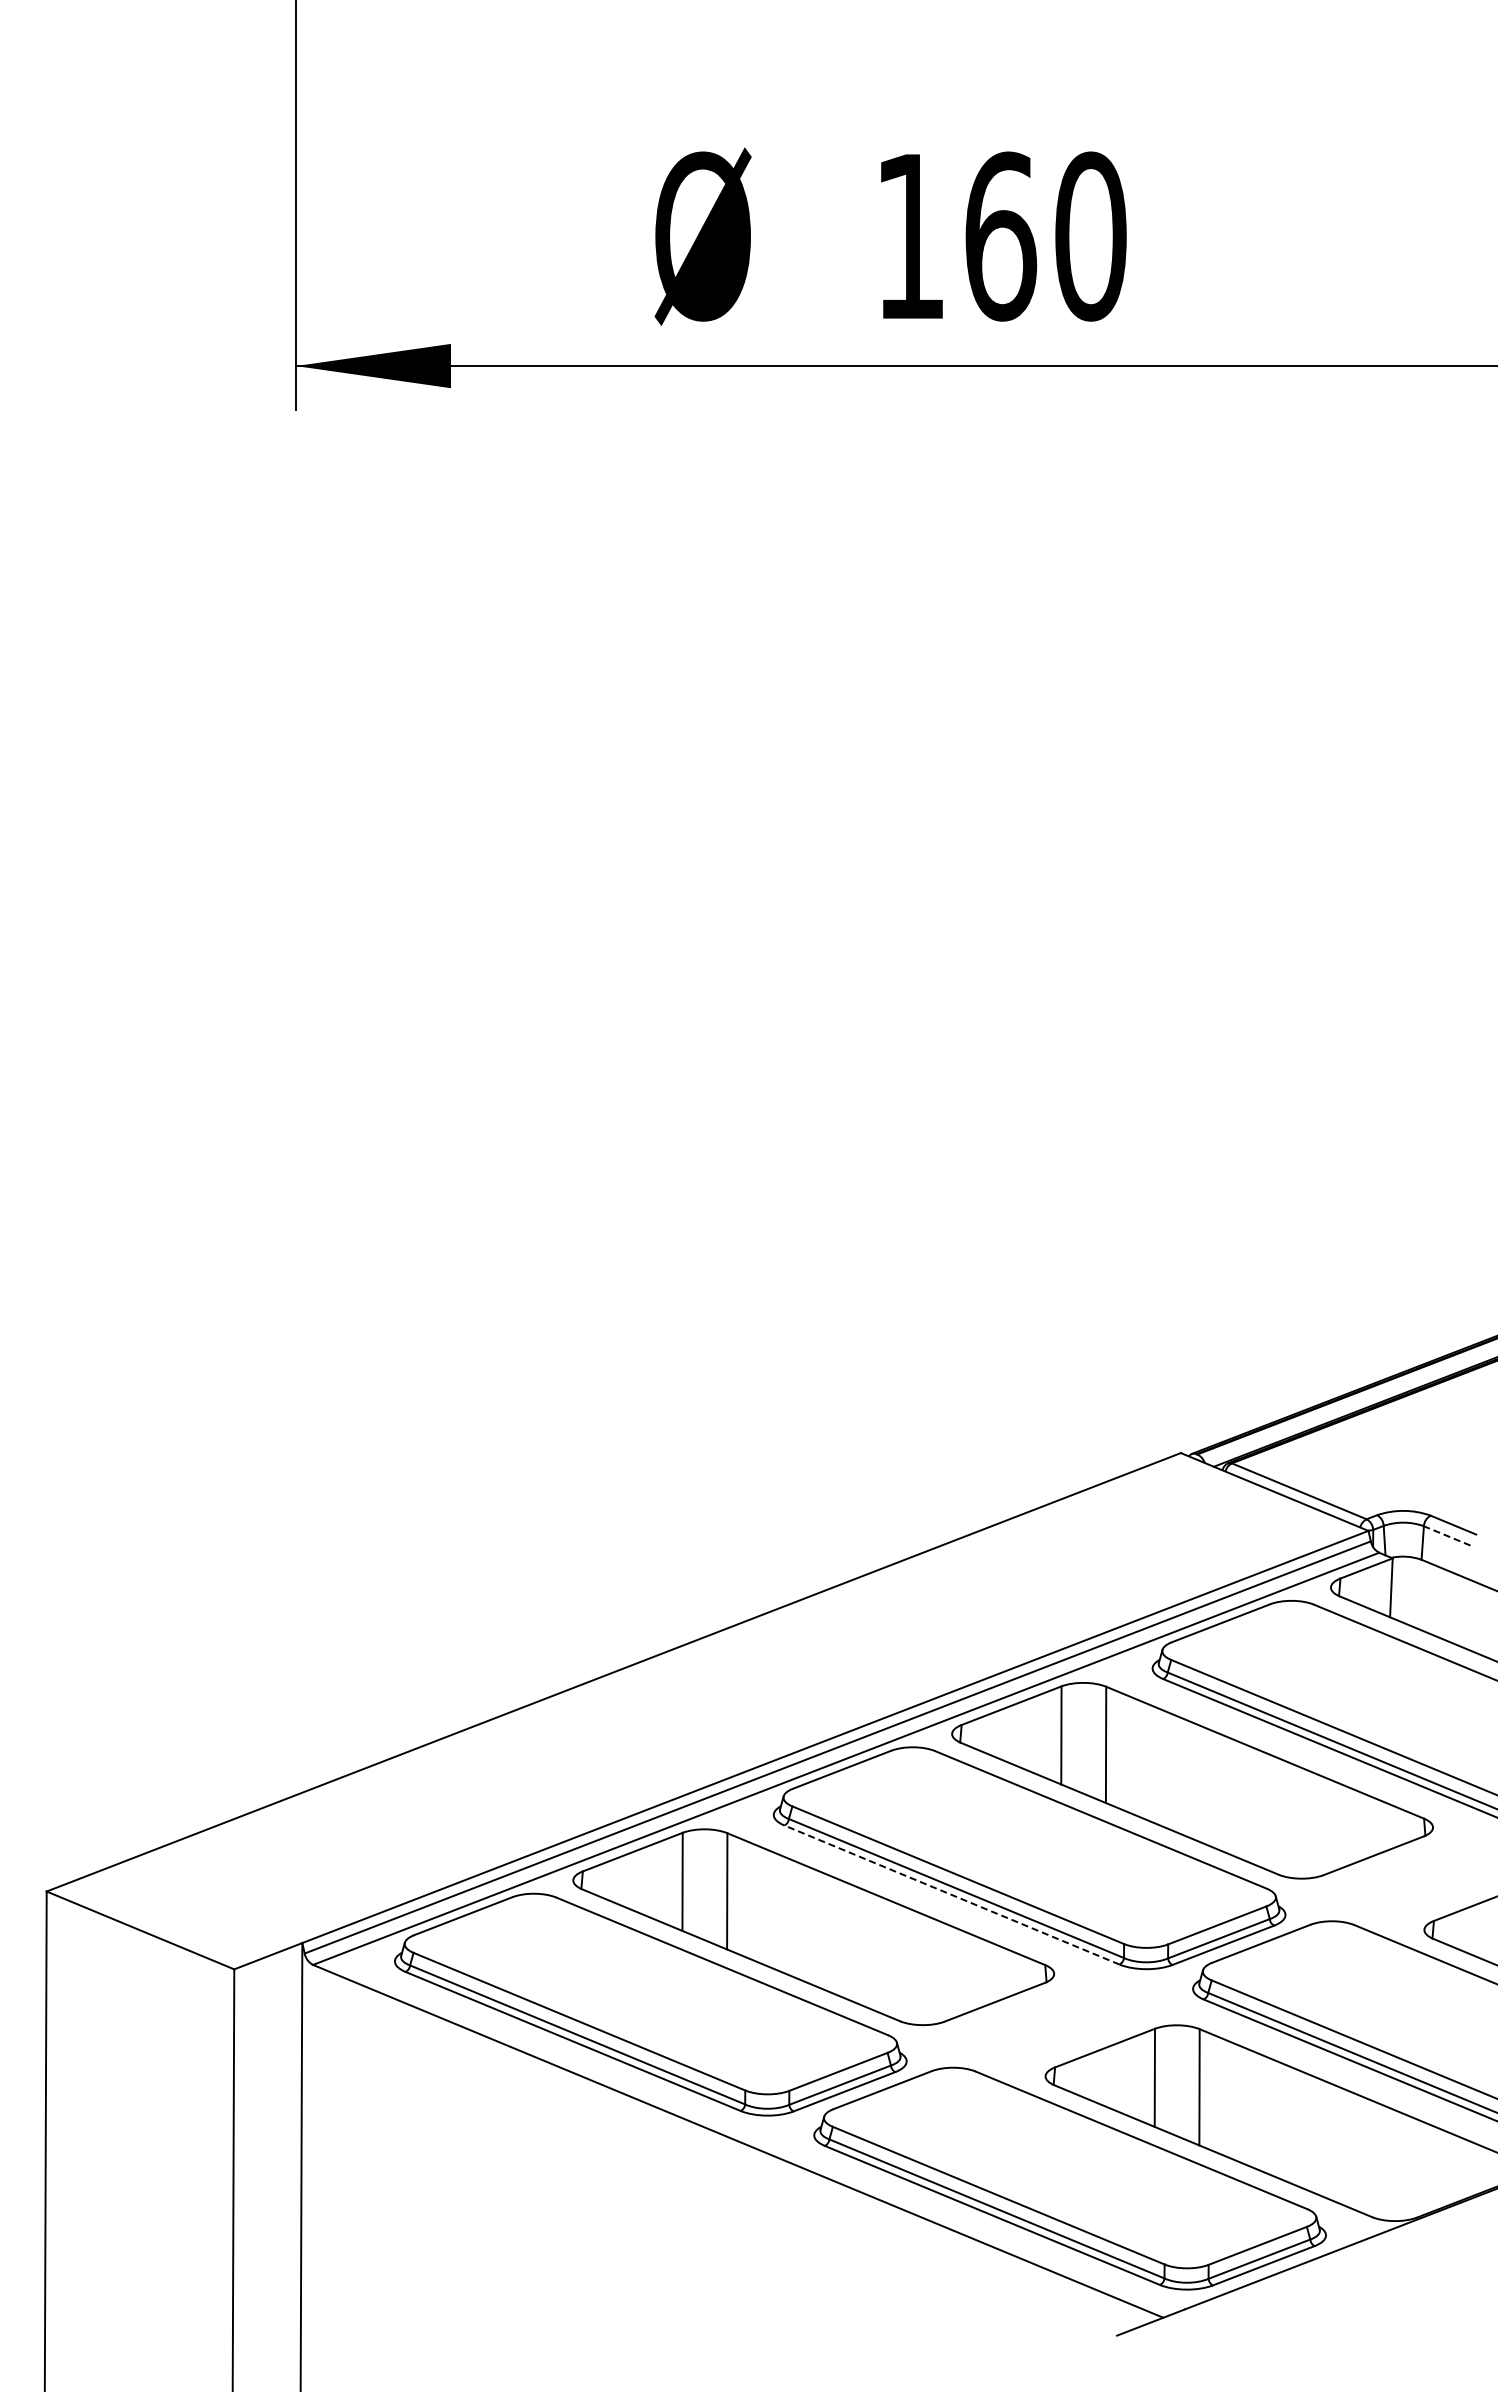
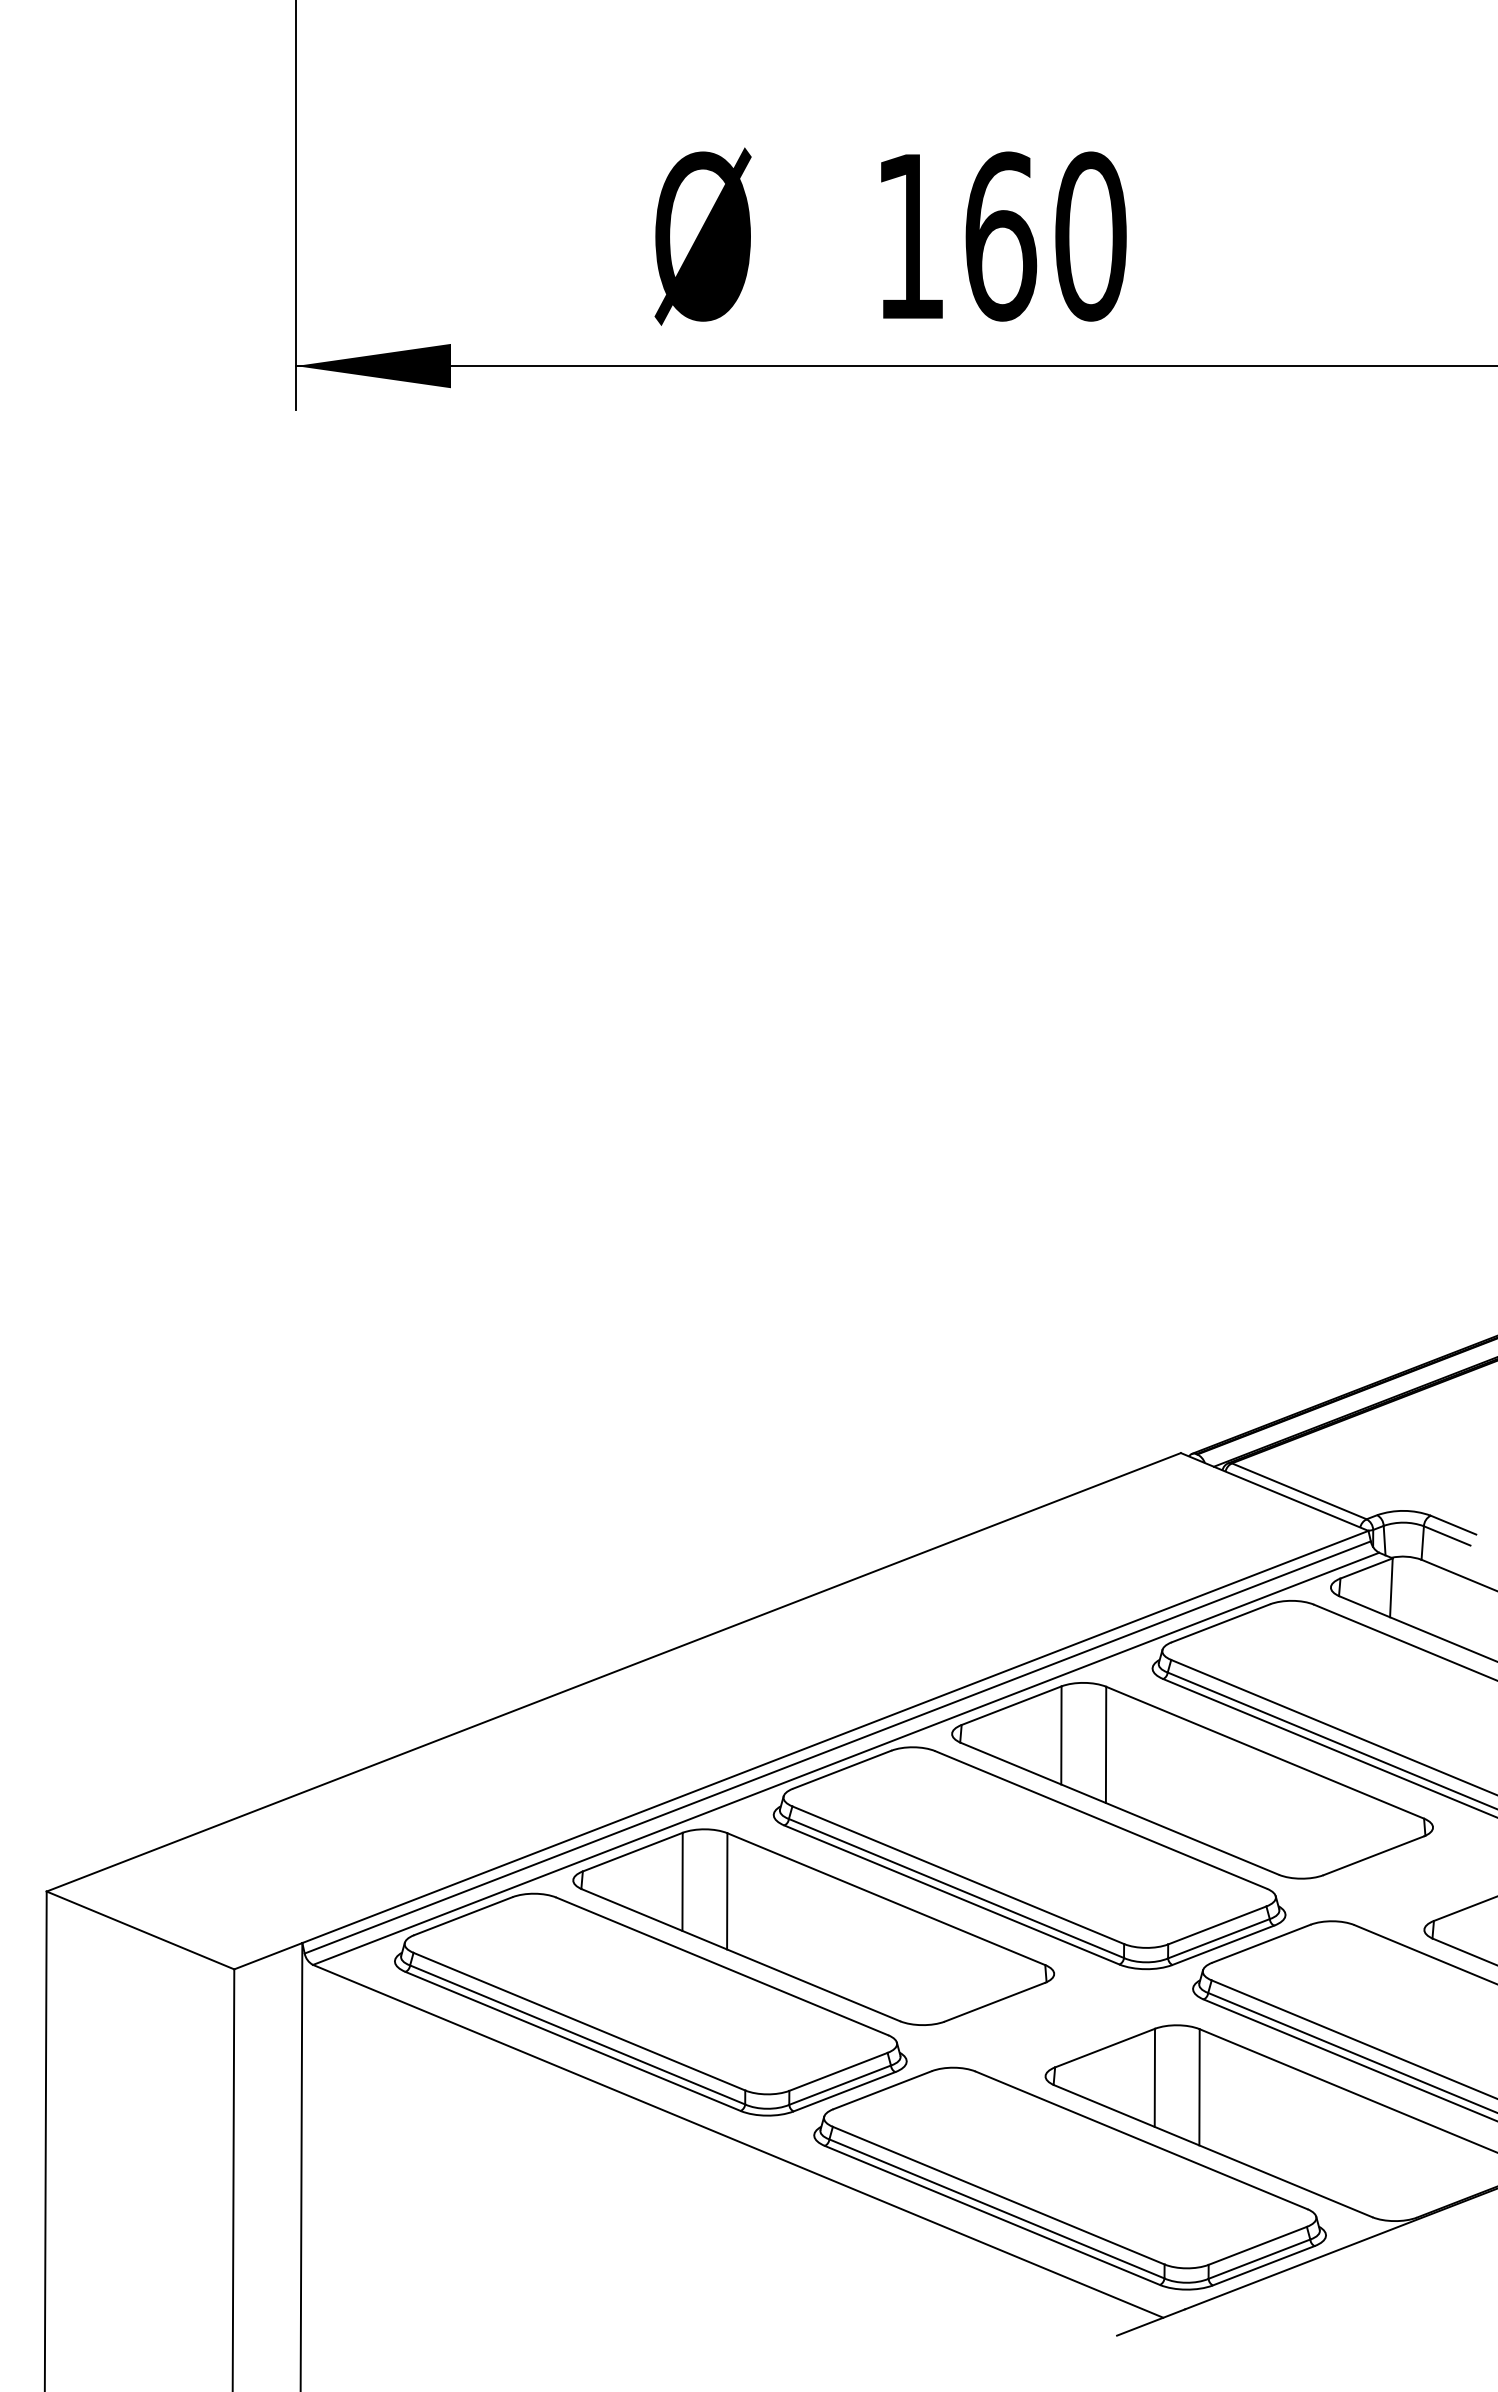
line at (1446, 1535): dashed -> solid
line at (951, 1894): dashed -> solid
